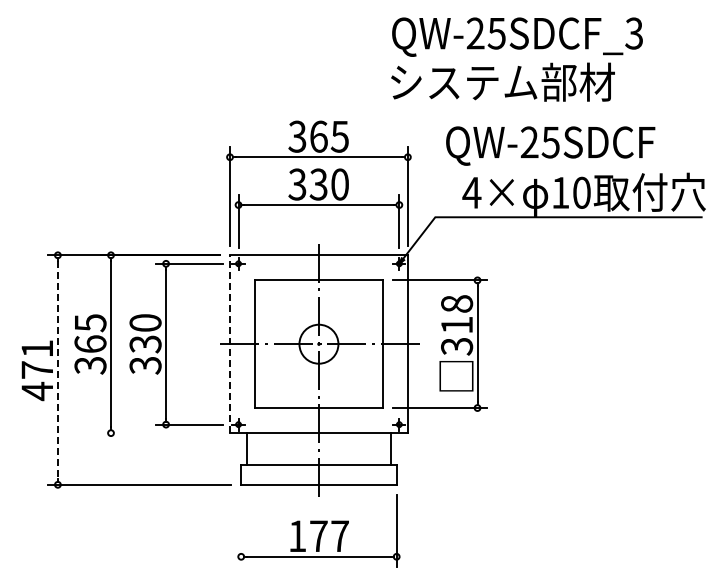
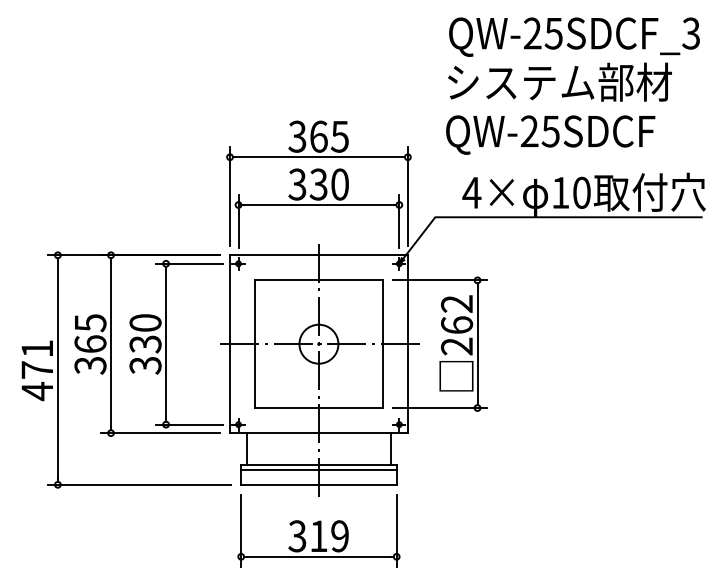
text at (516, 59) position: (516, 59) -> (573, 59)
text at (550, 145) position: (550, 145) -> (550, 134)
text at (457, 325): 318 -> 262
line at (230, 344): dashed -> solid
line at (57, 370): dashed -> solid
line at (160, 433): none -> present
line at (318, 469): none -> present
line at (241, 530): none -> present
text at (318, 536): 177 -> 319
